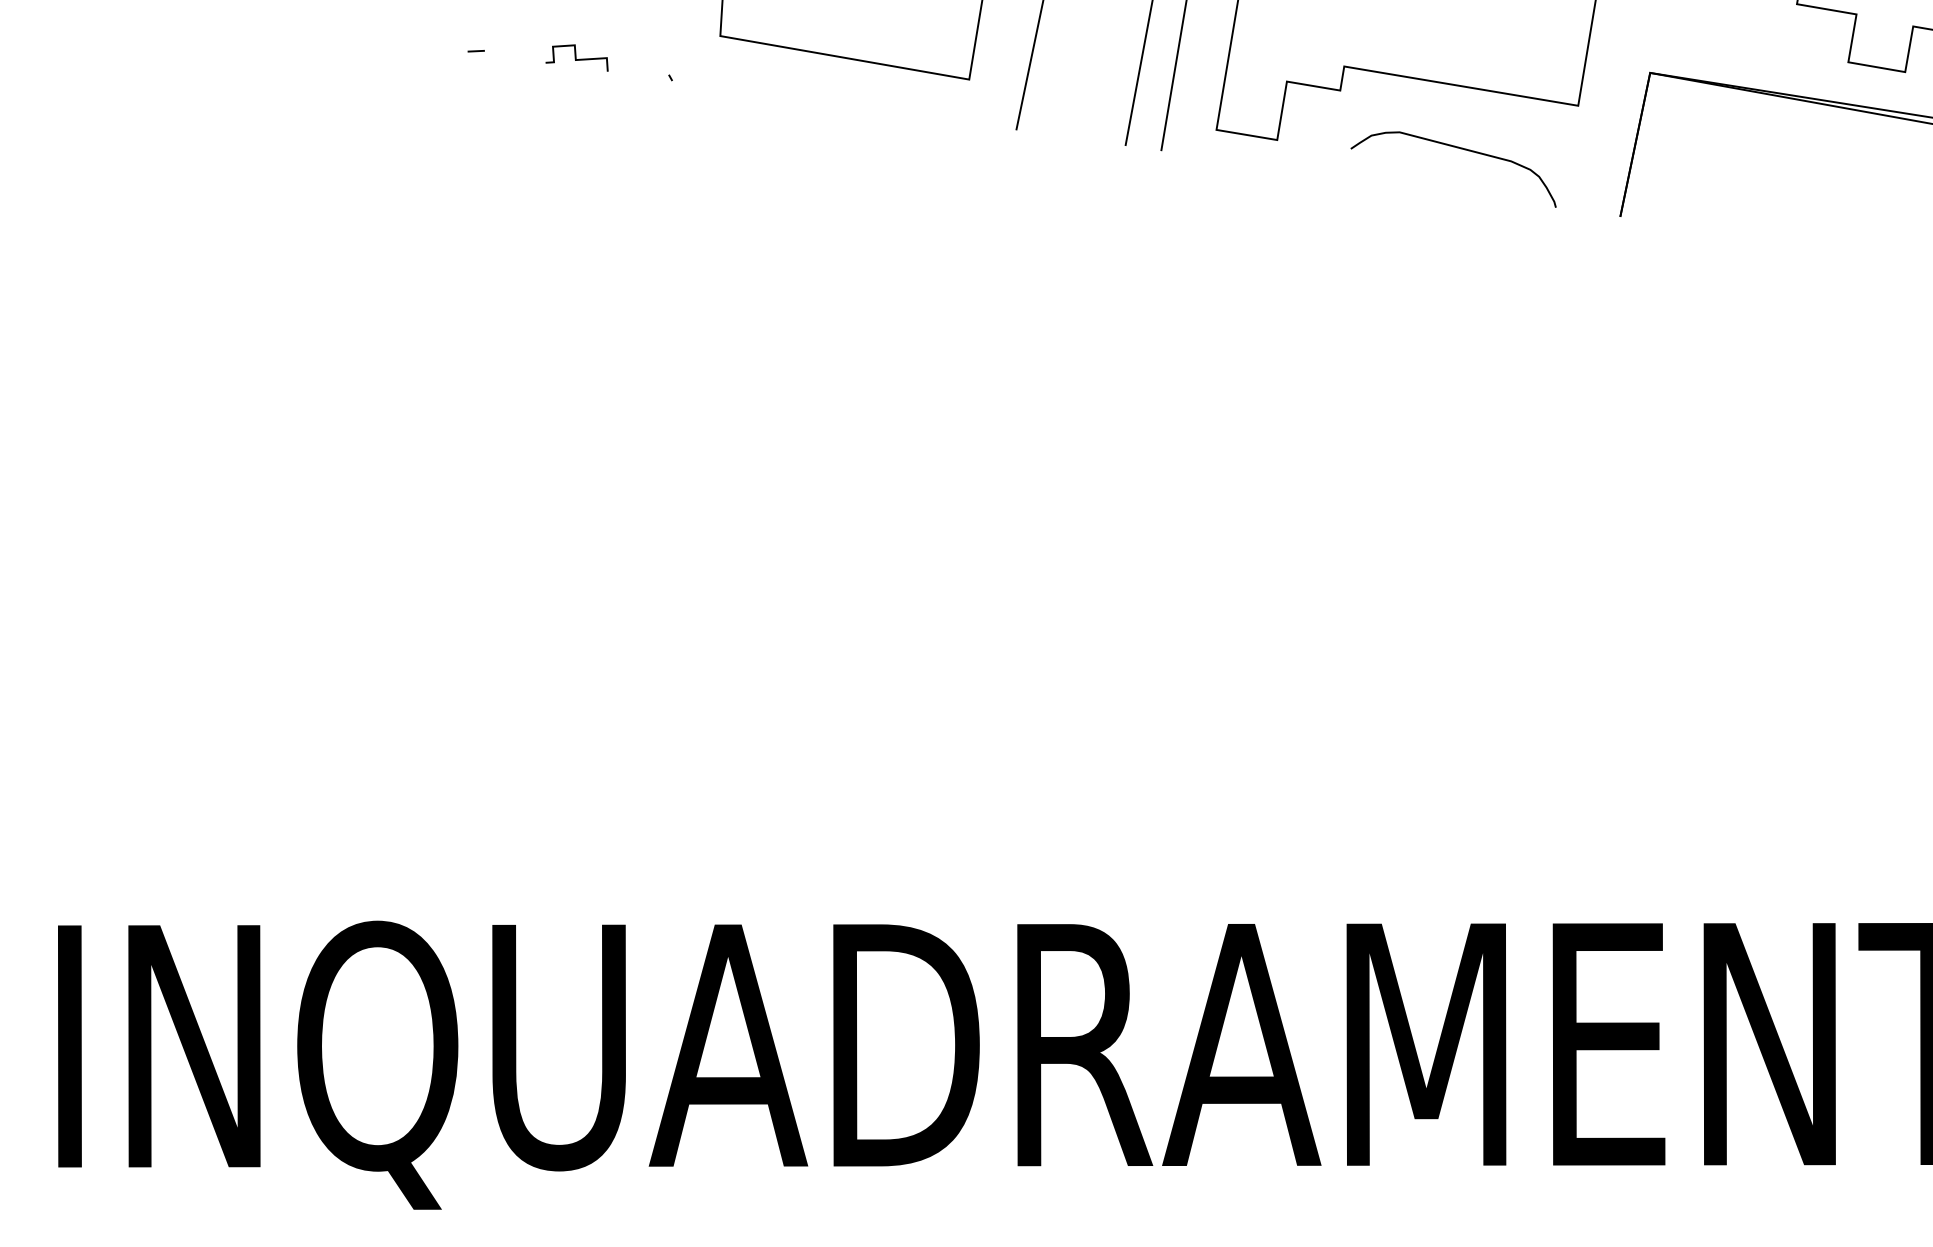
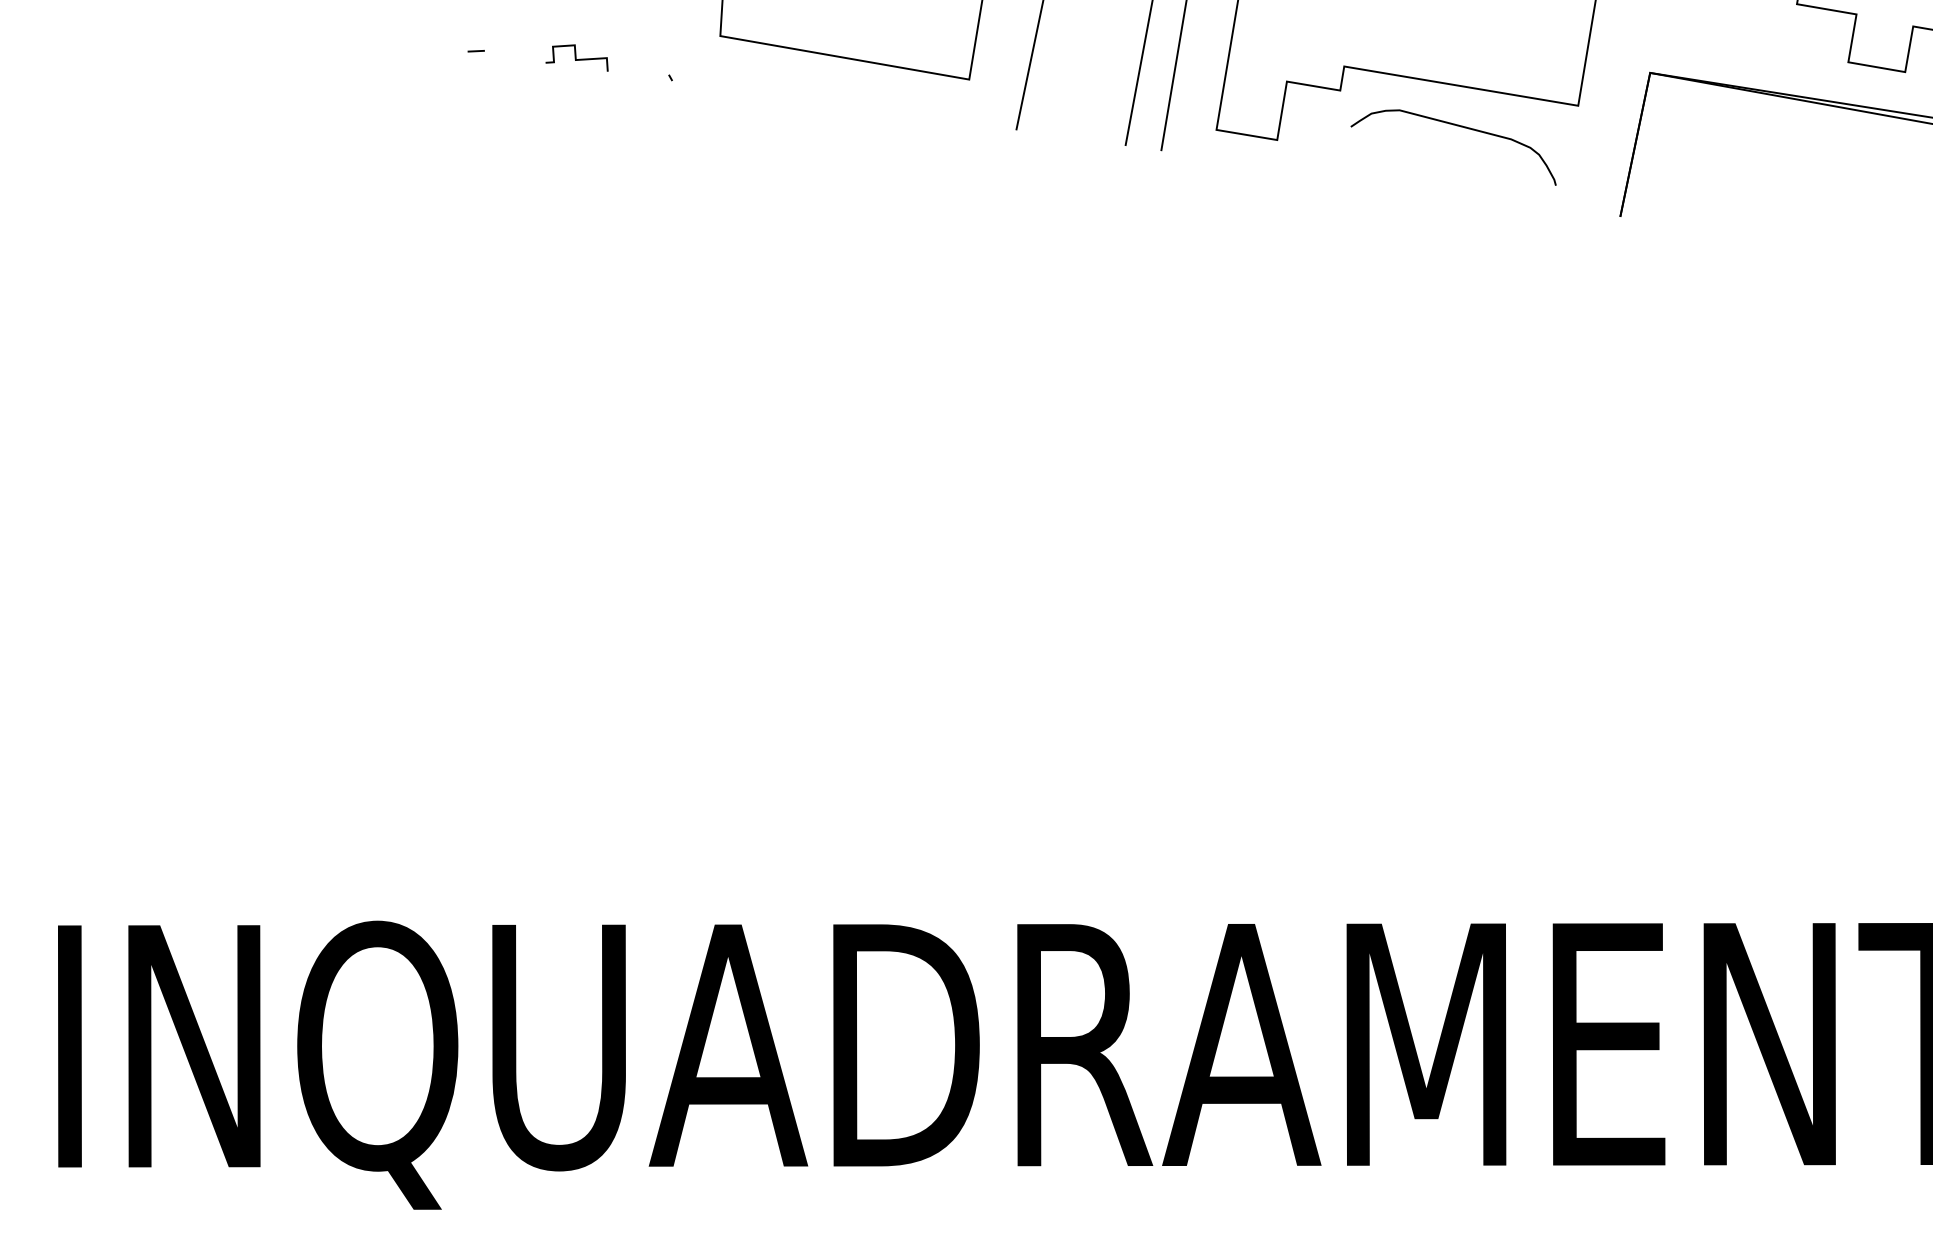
curve at (1460, 149) position: (1460, 149) -> (1460, 127)
